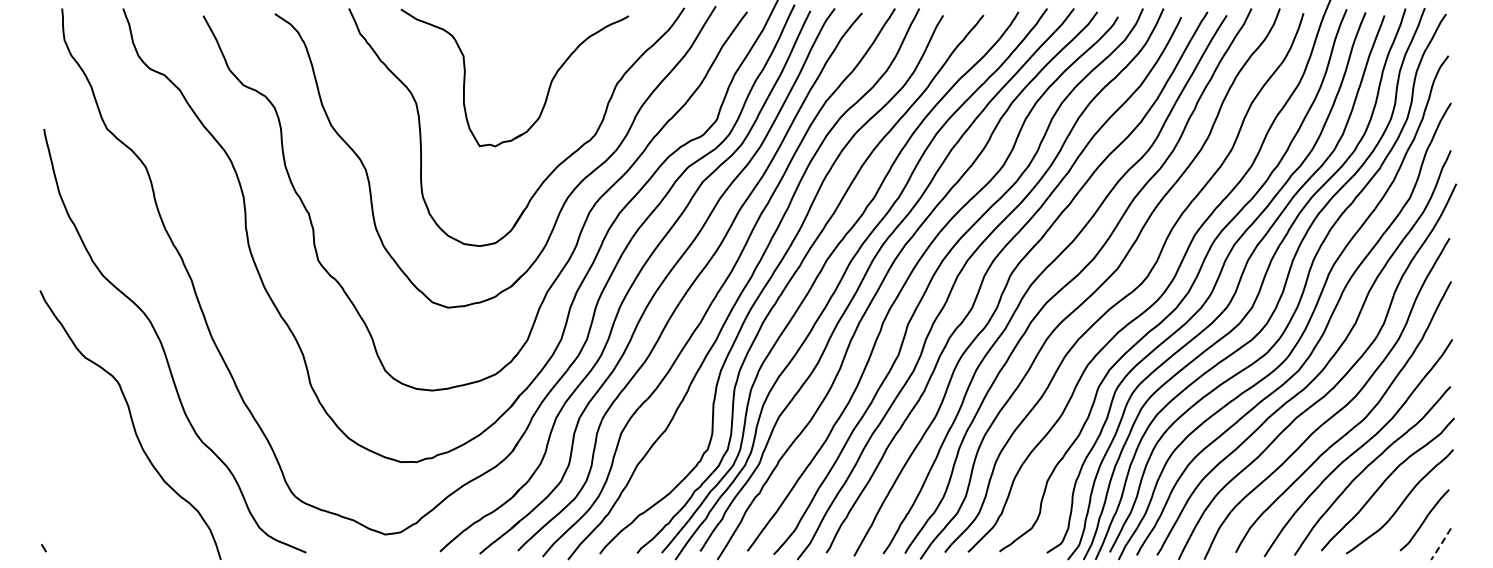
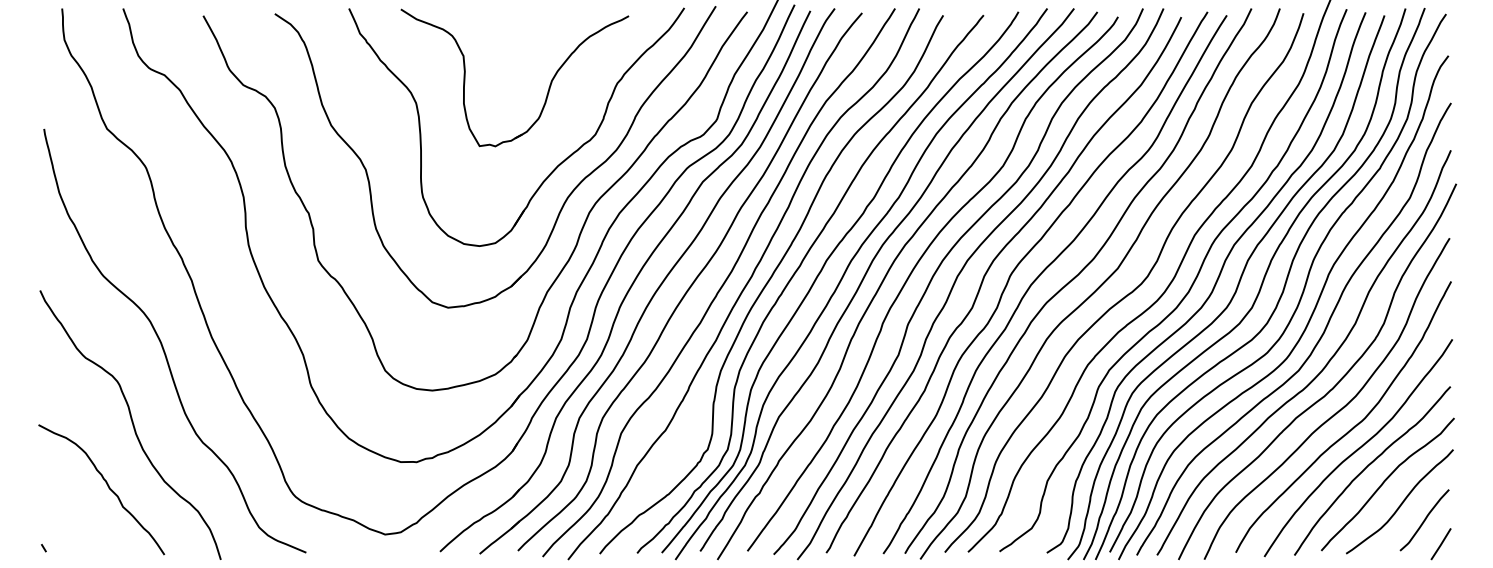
curve at (107, 486): none -> present
line at (1440, 545): dashed -> solid
